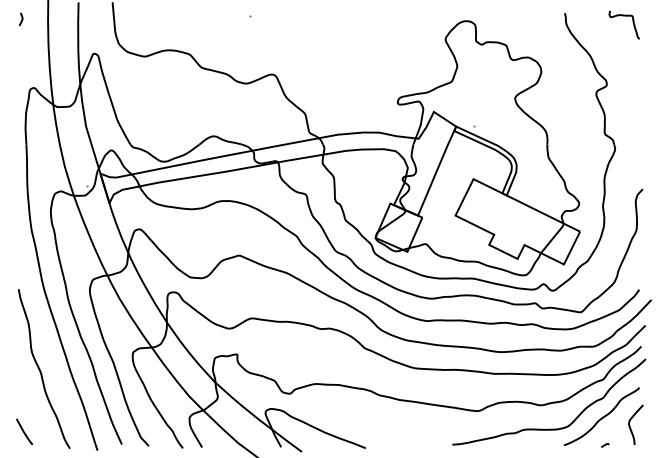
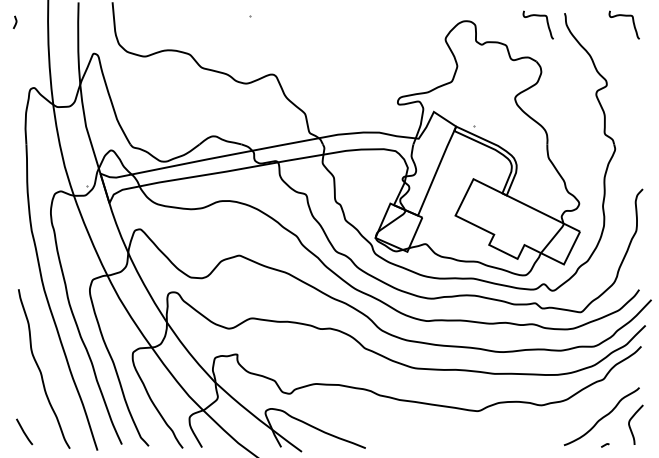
curve at (537, 16): none -> present
curve at (21, 19) position: (21, 19) -> (15, 22)
curve at (549, 428): present -> none
